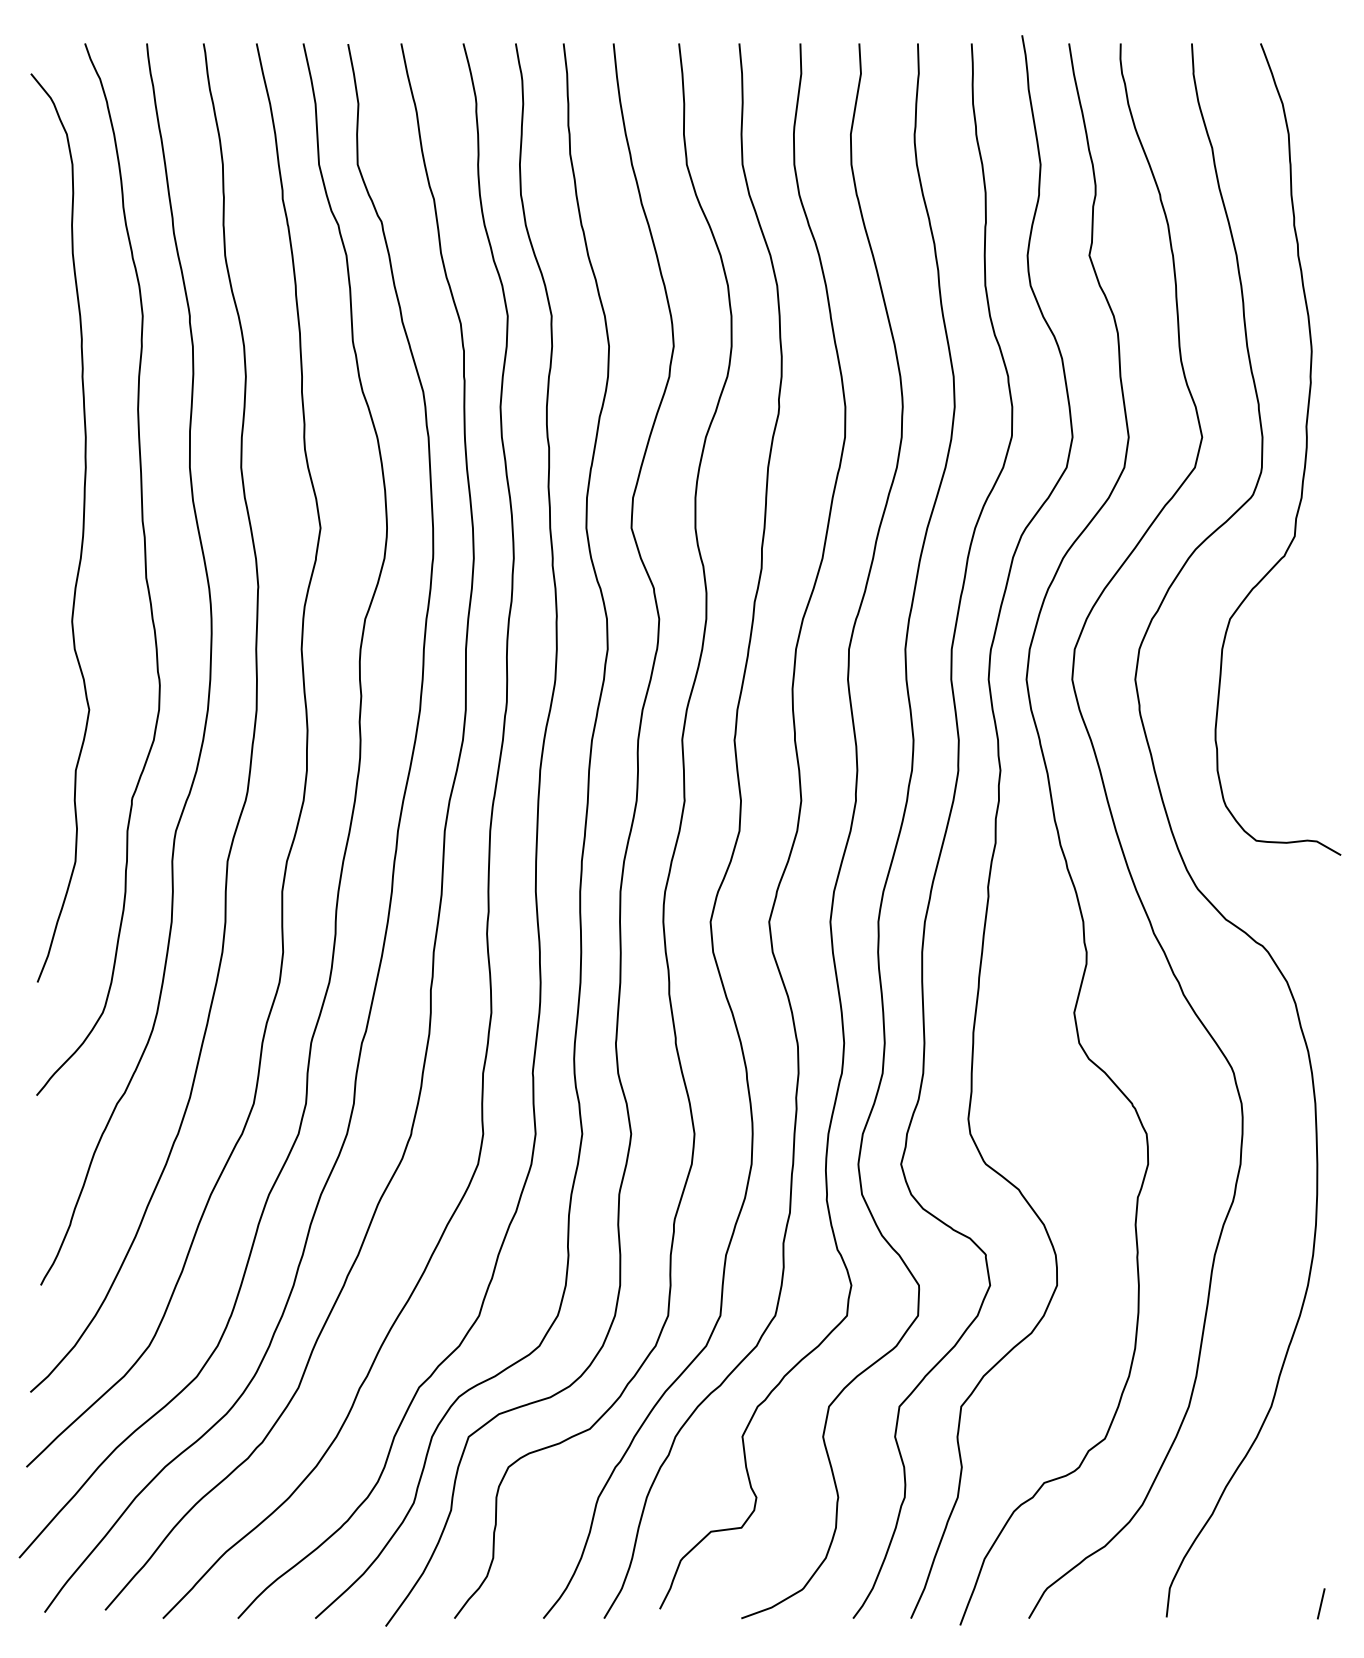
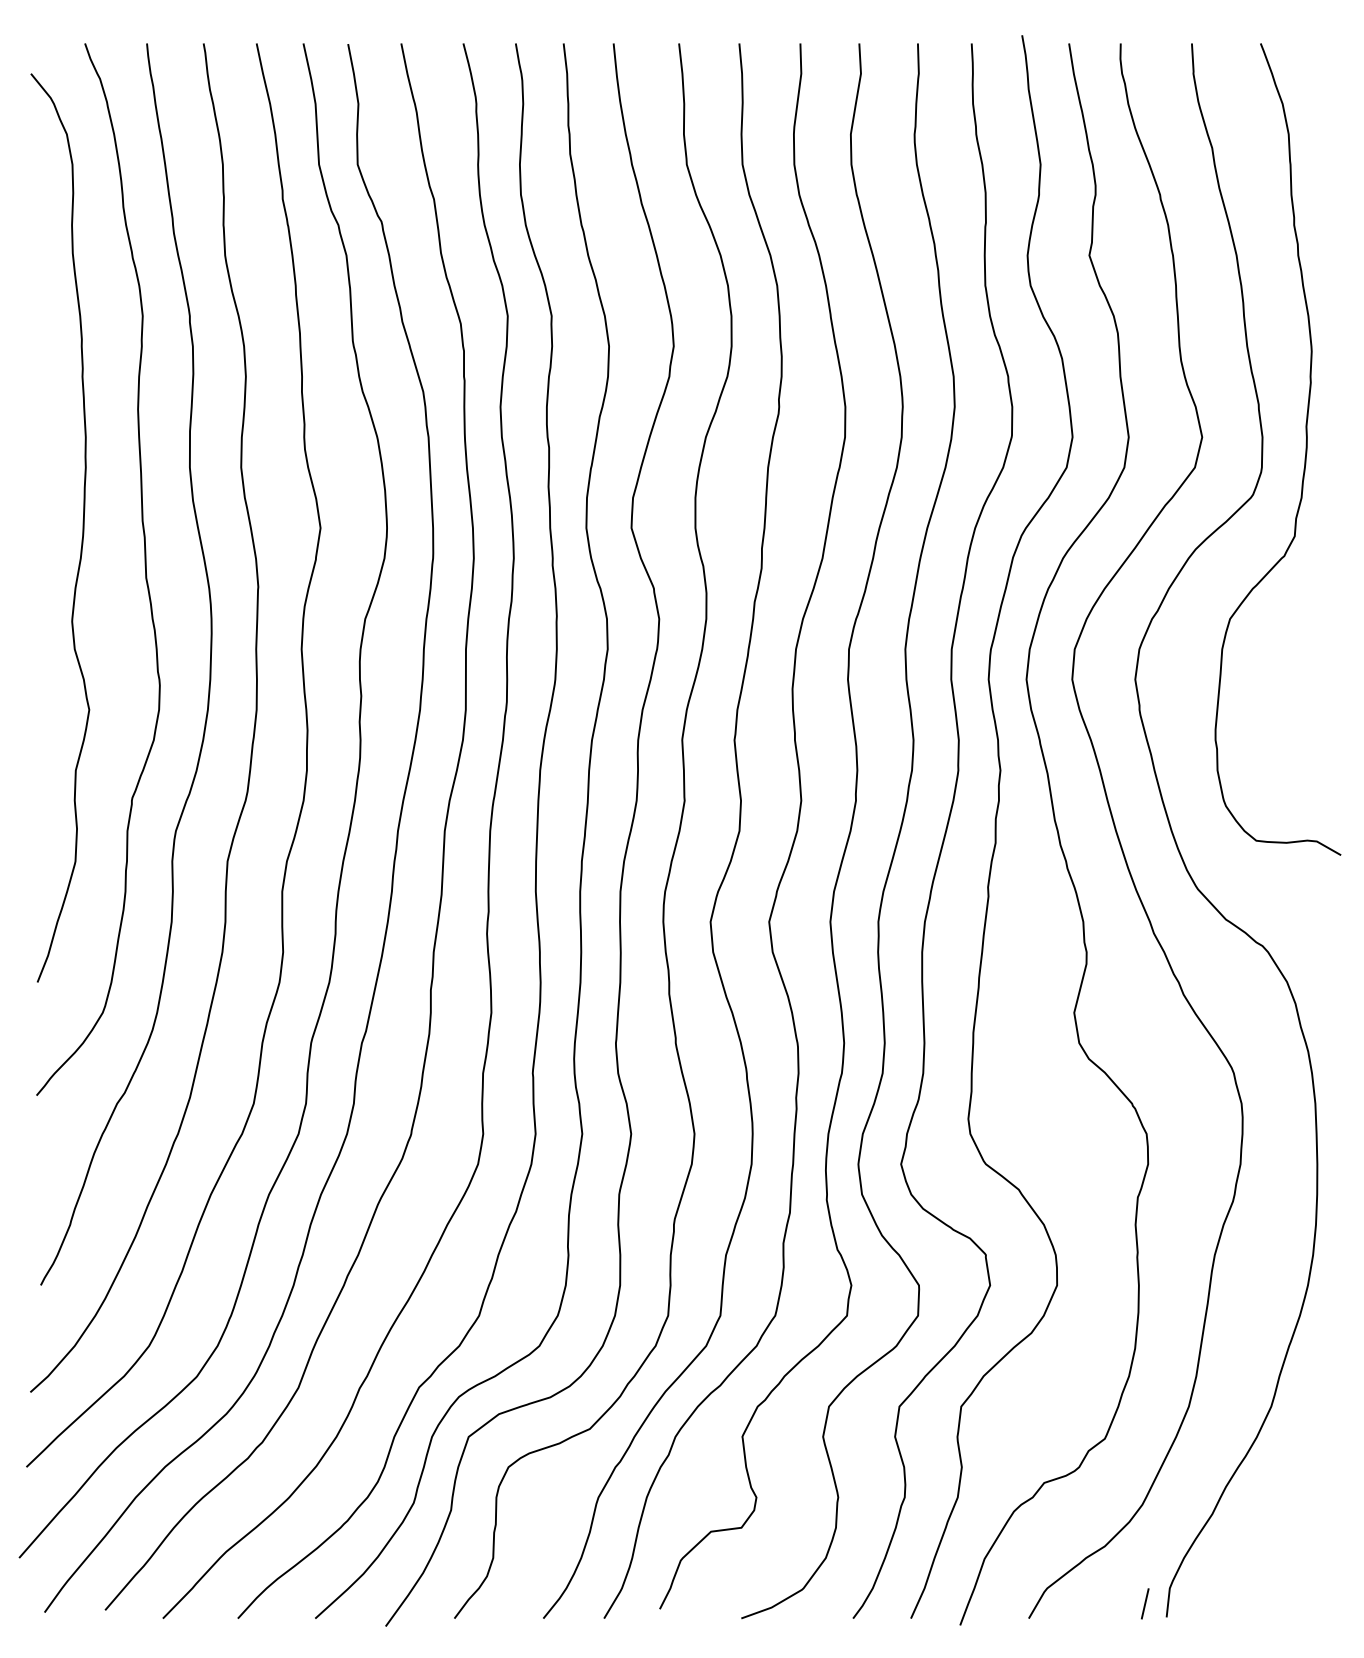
line at (1321, 1603) position: (1321, 1603) -> (1145, 1603)
